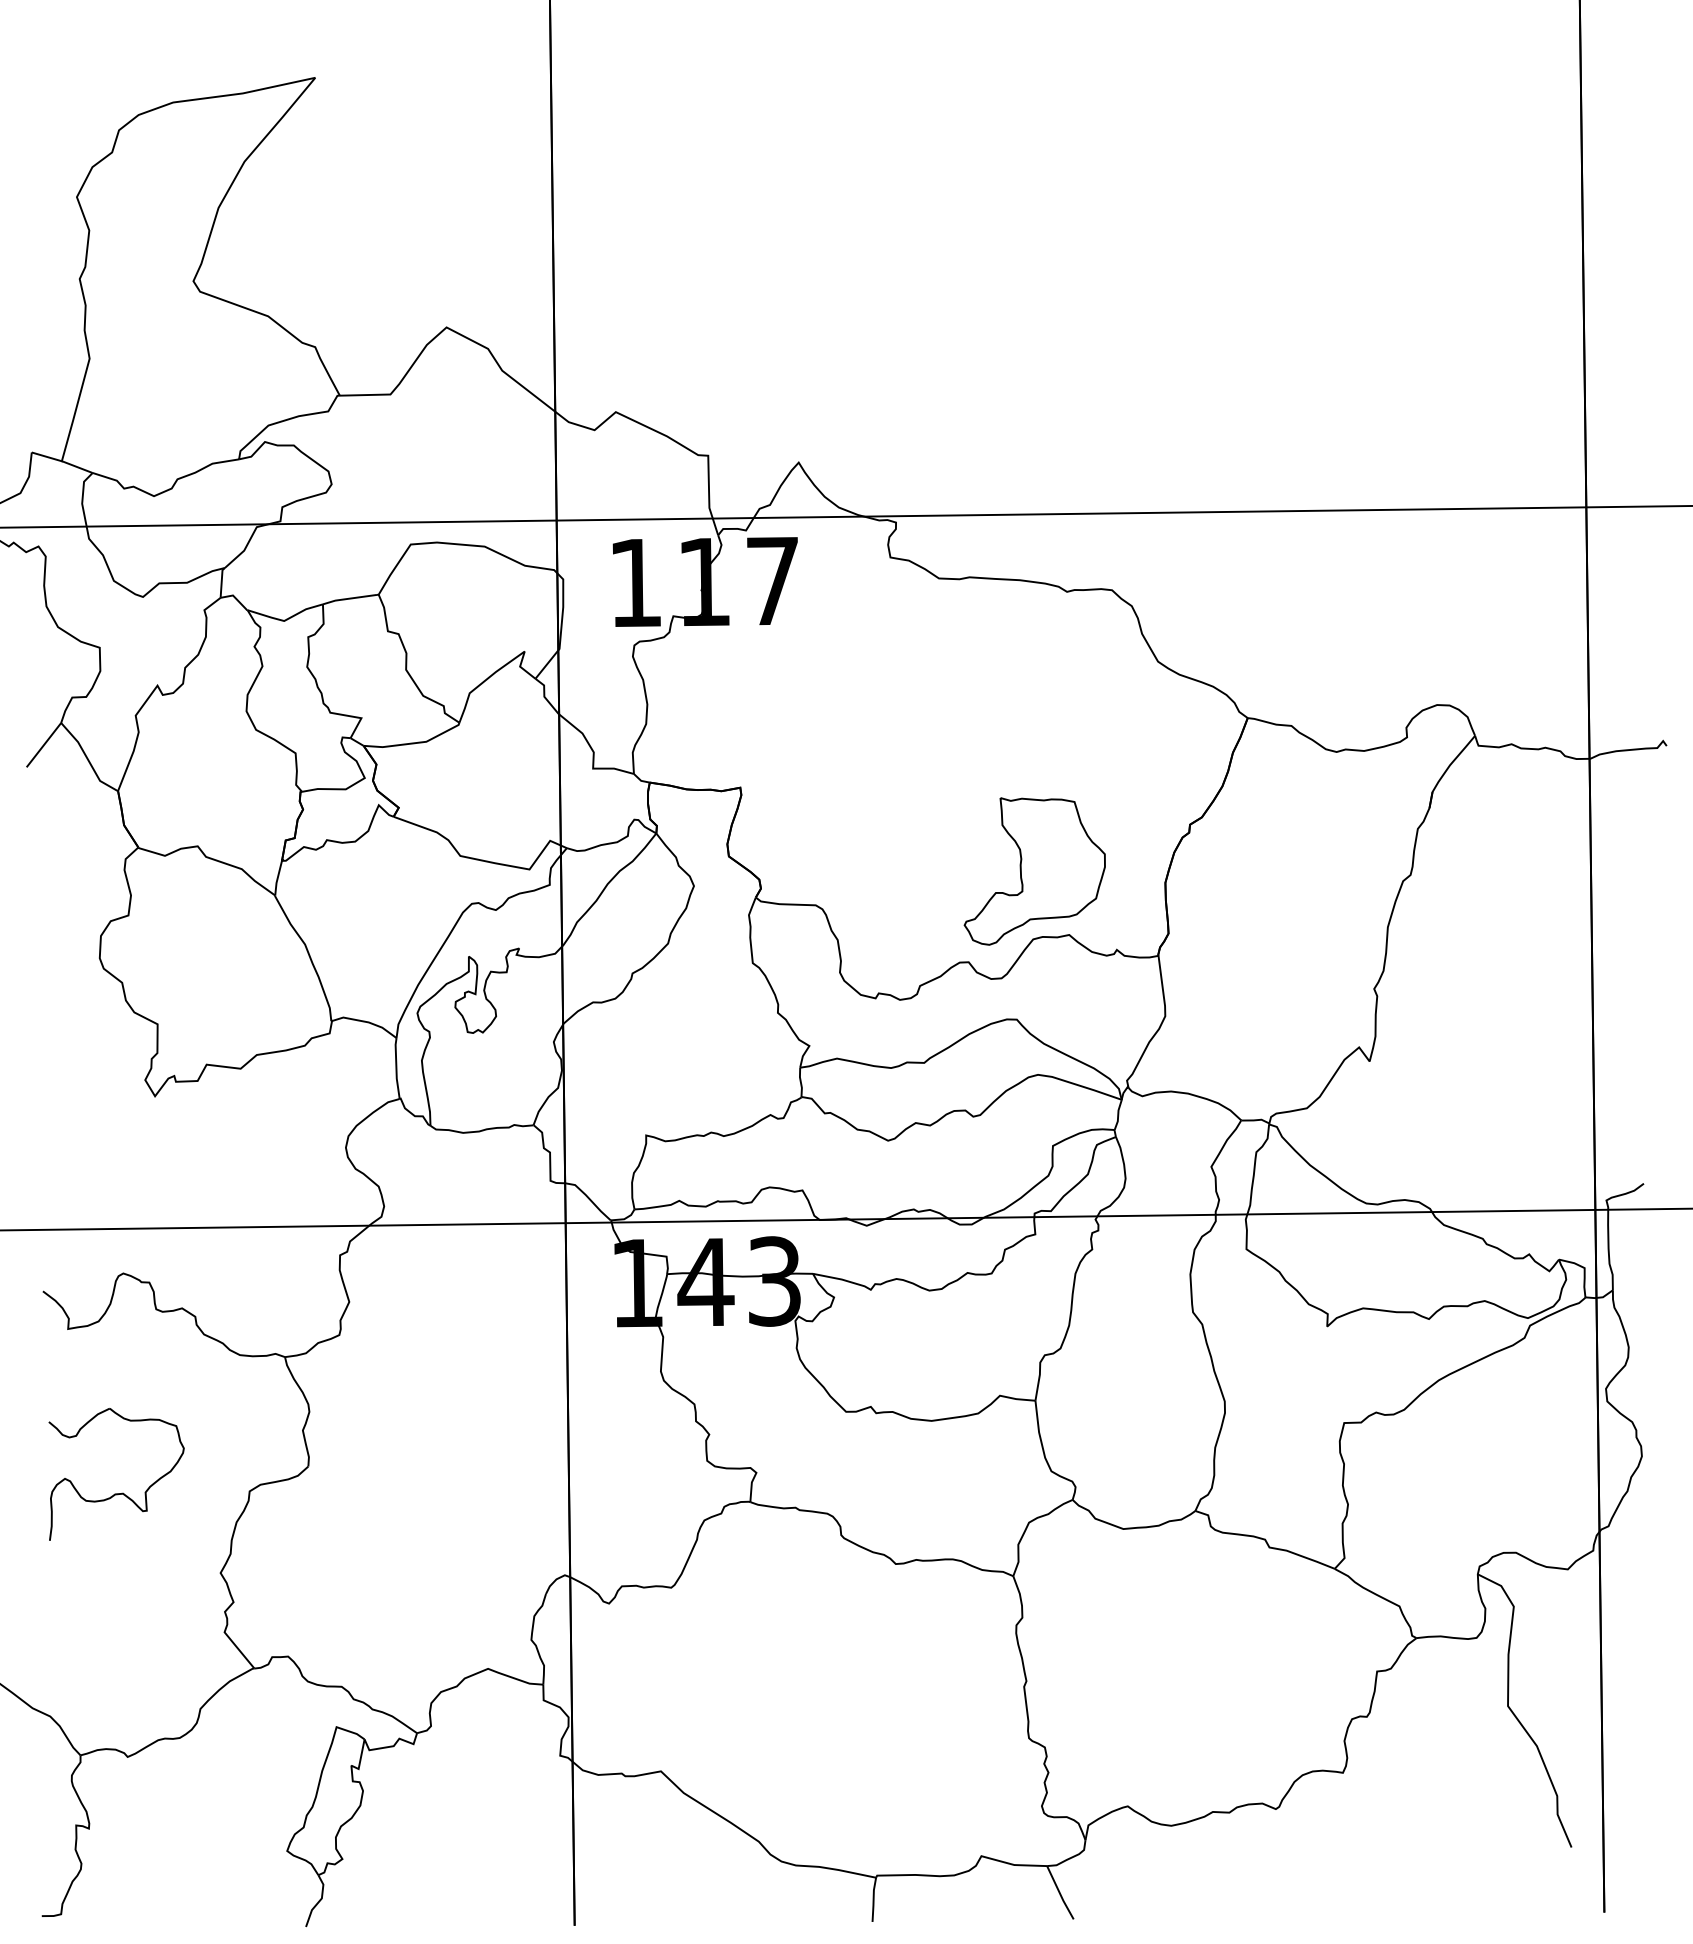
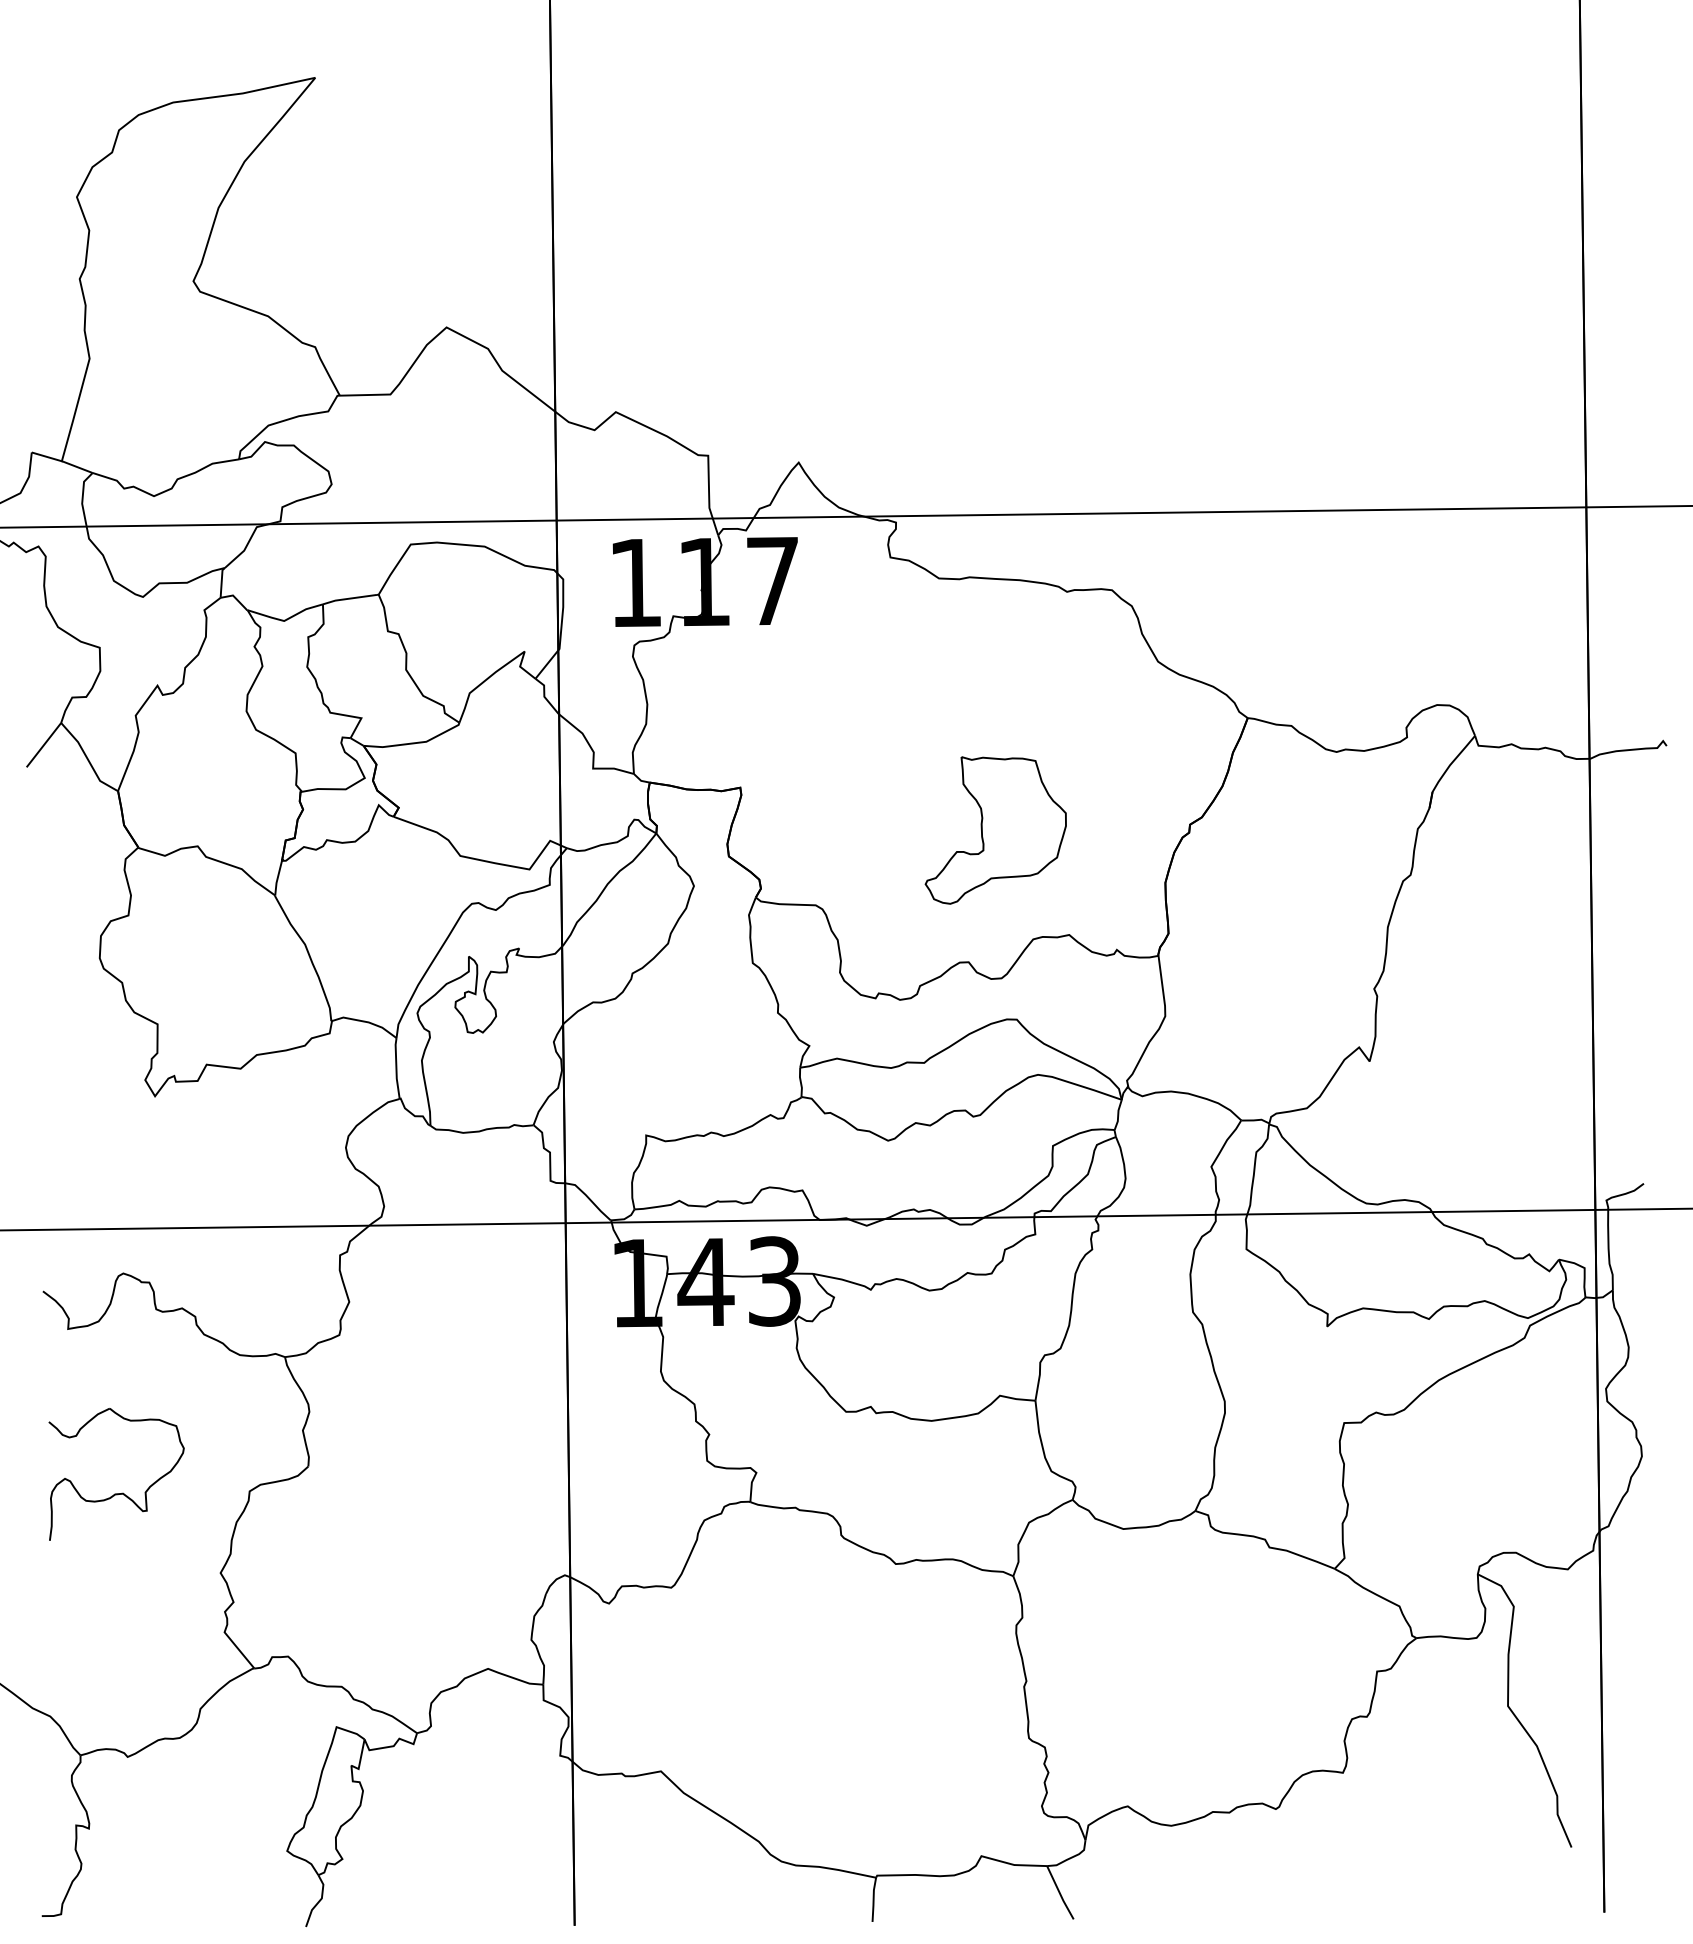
part at (1034, 871) position: (1034, 871) -> (995, 830)
